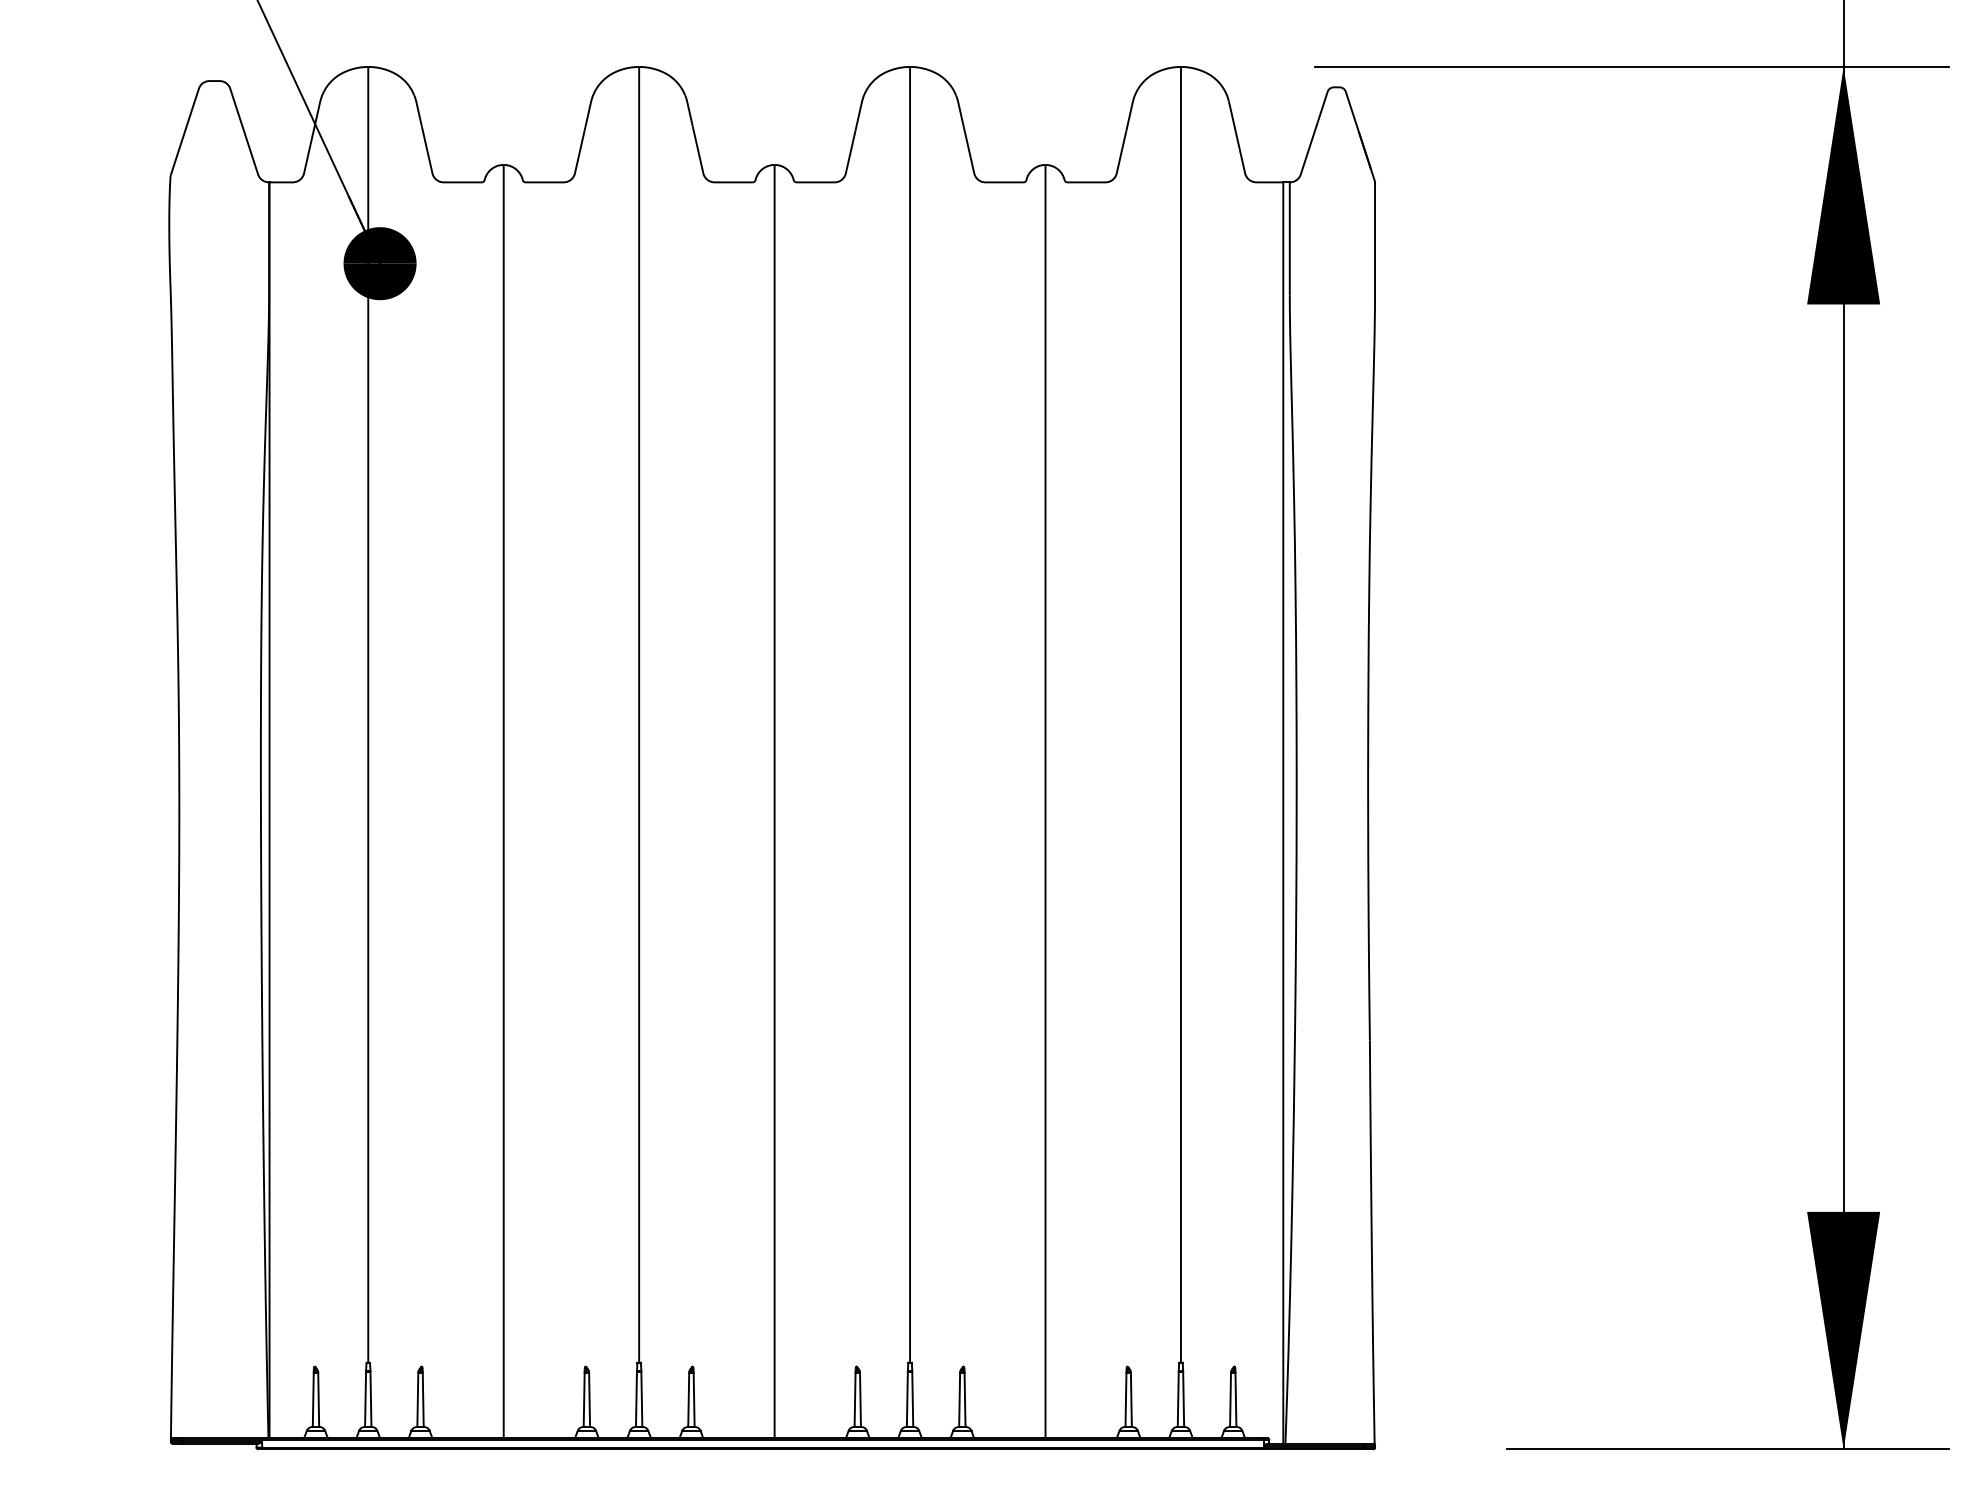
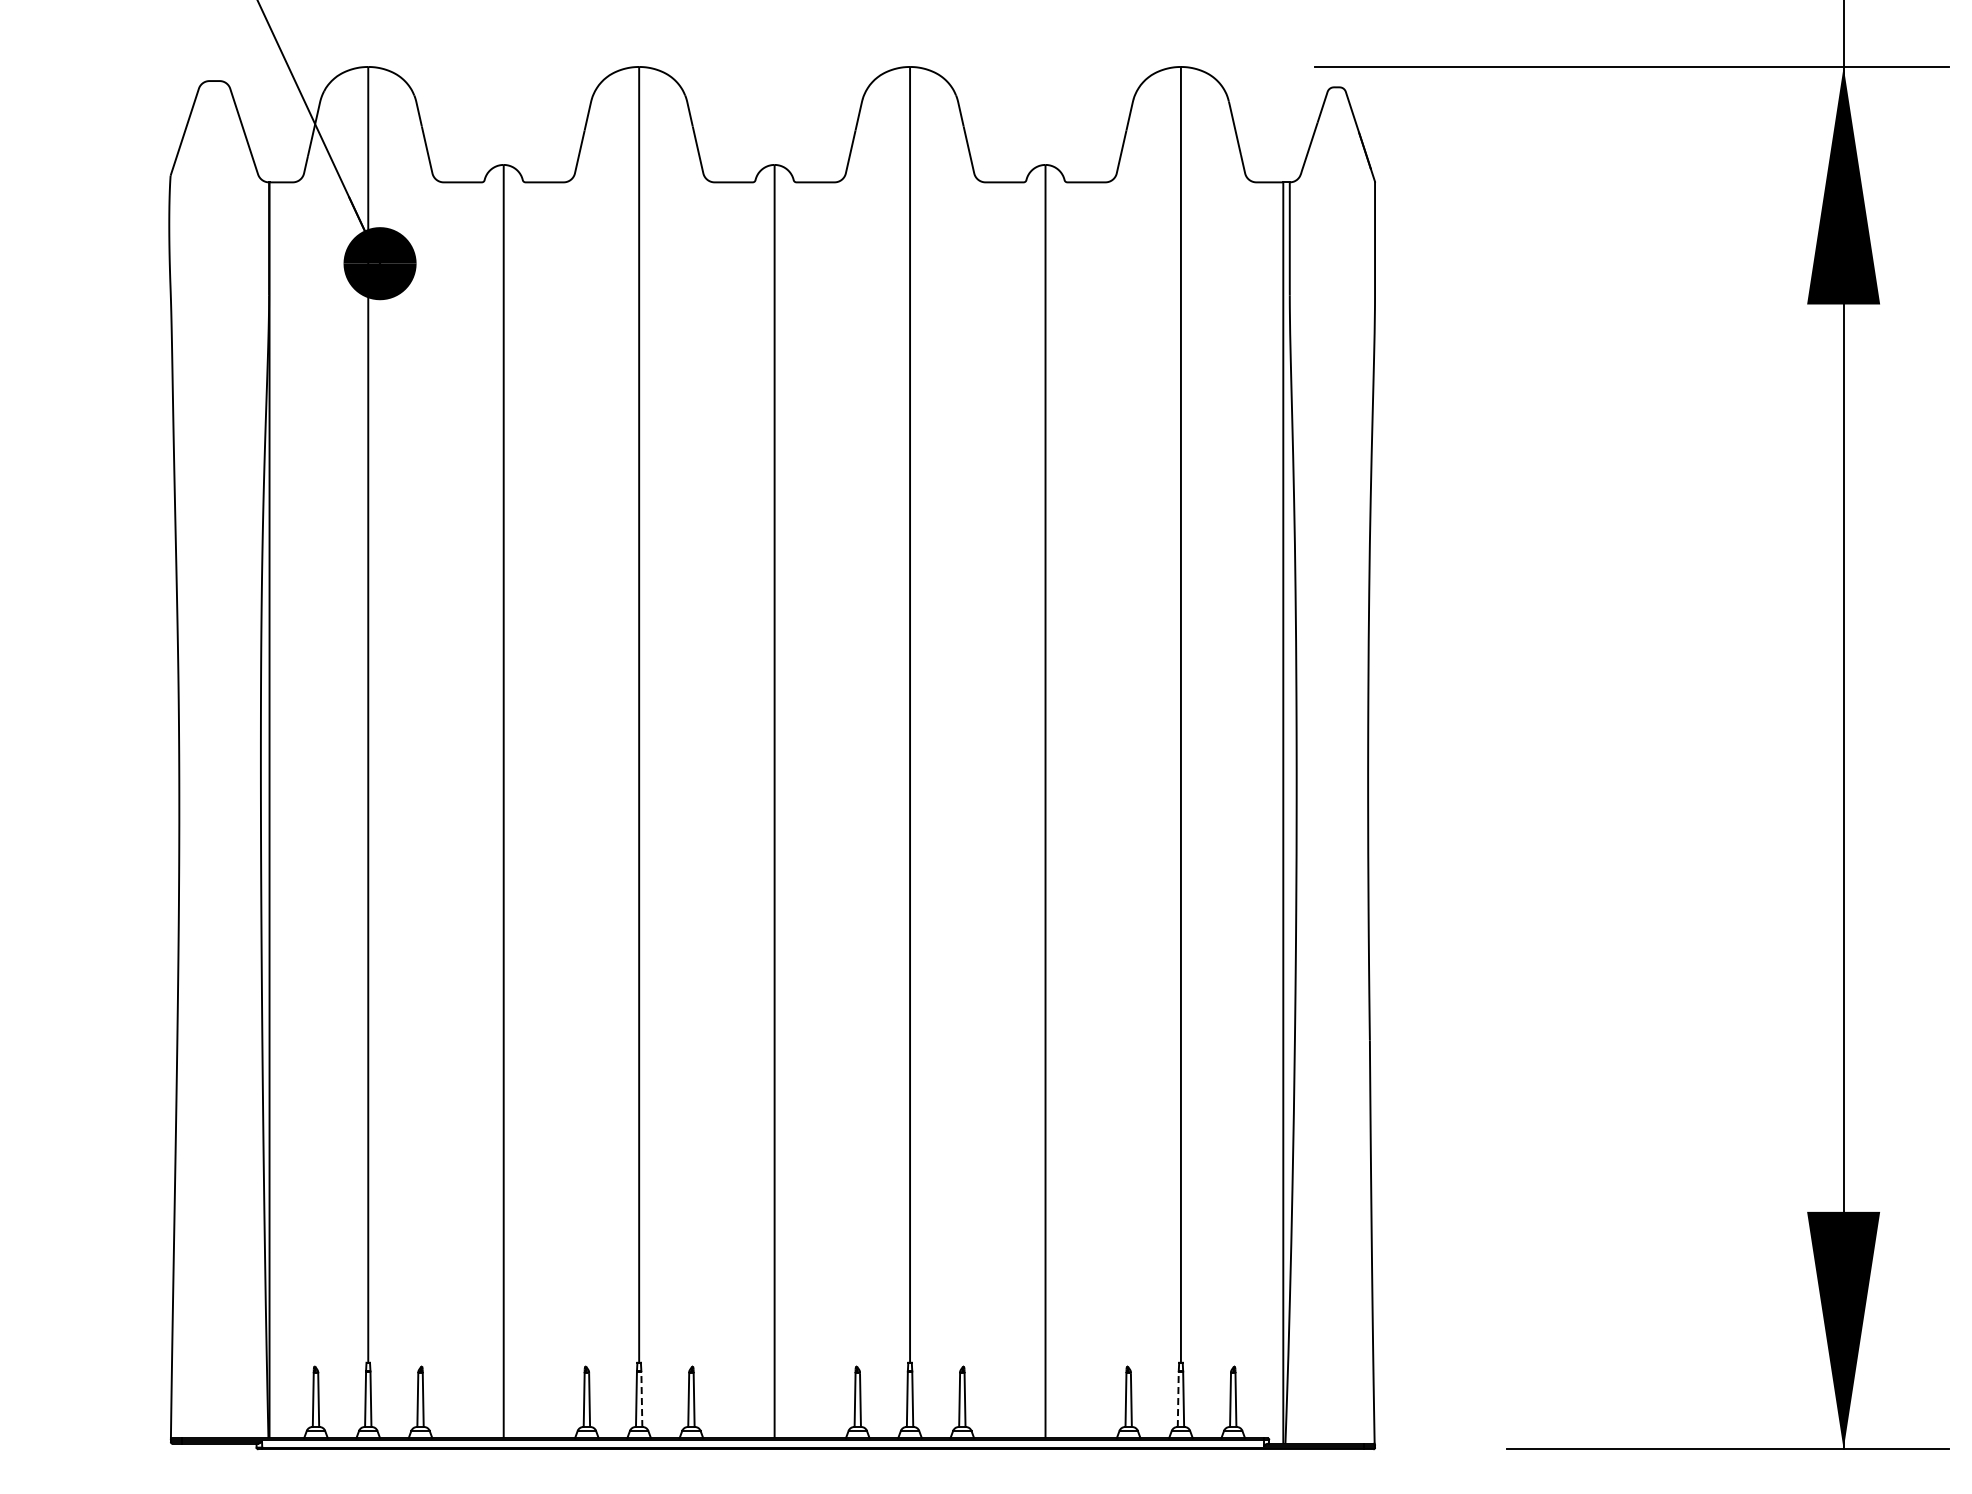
line at (641, 1399): solid -> dashed
line at (1178, 1399): solid -> dashed
